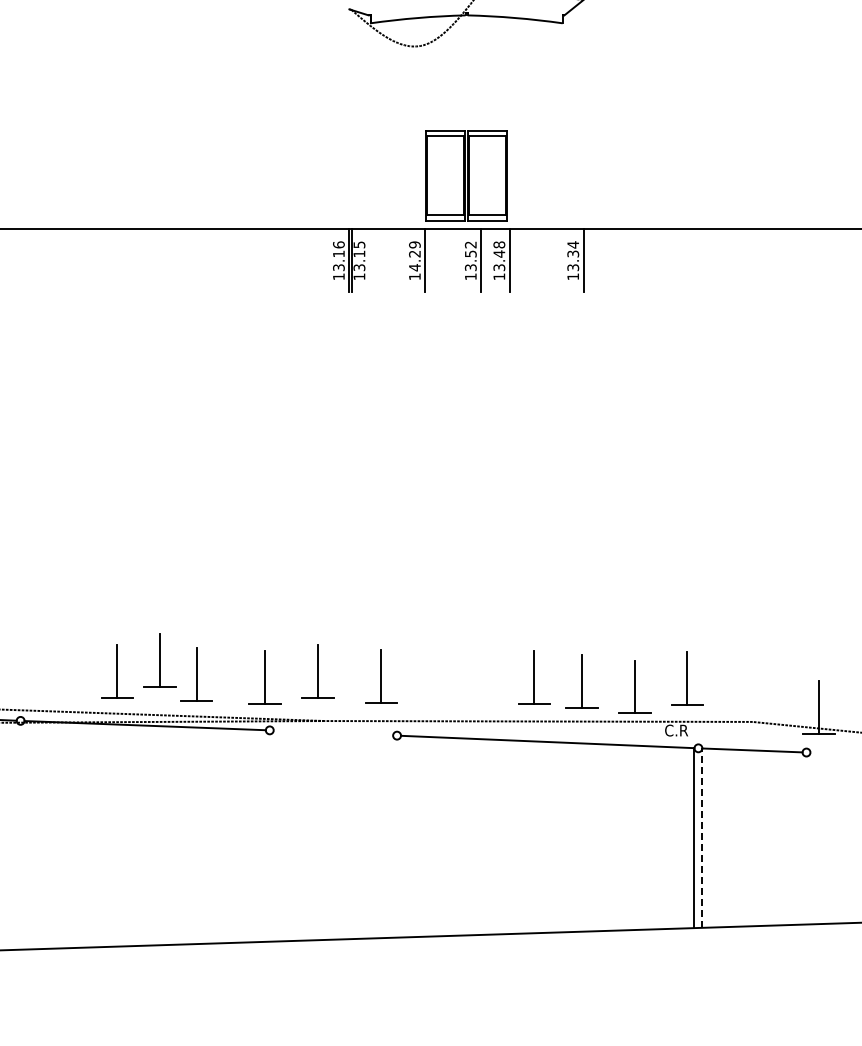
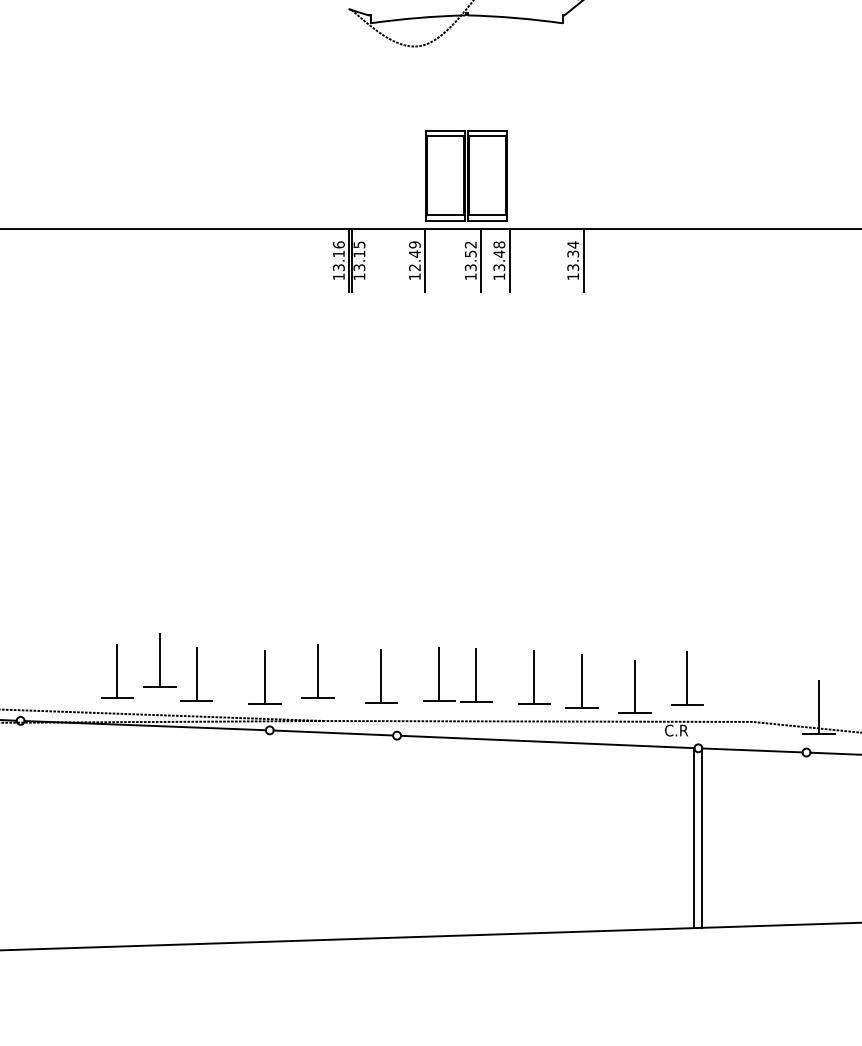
text at (414, 260): 14.29 -> 12.49
part at (439, 674): none -> present
line at (333, 732): none -> present
line at (834, 753): none -> present
line at (702, 838): dashed -> solid
